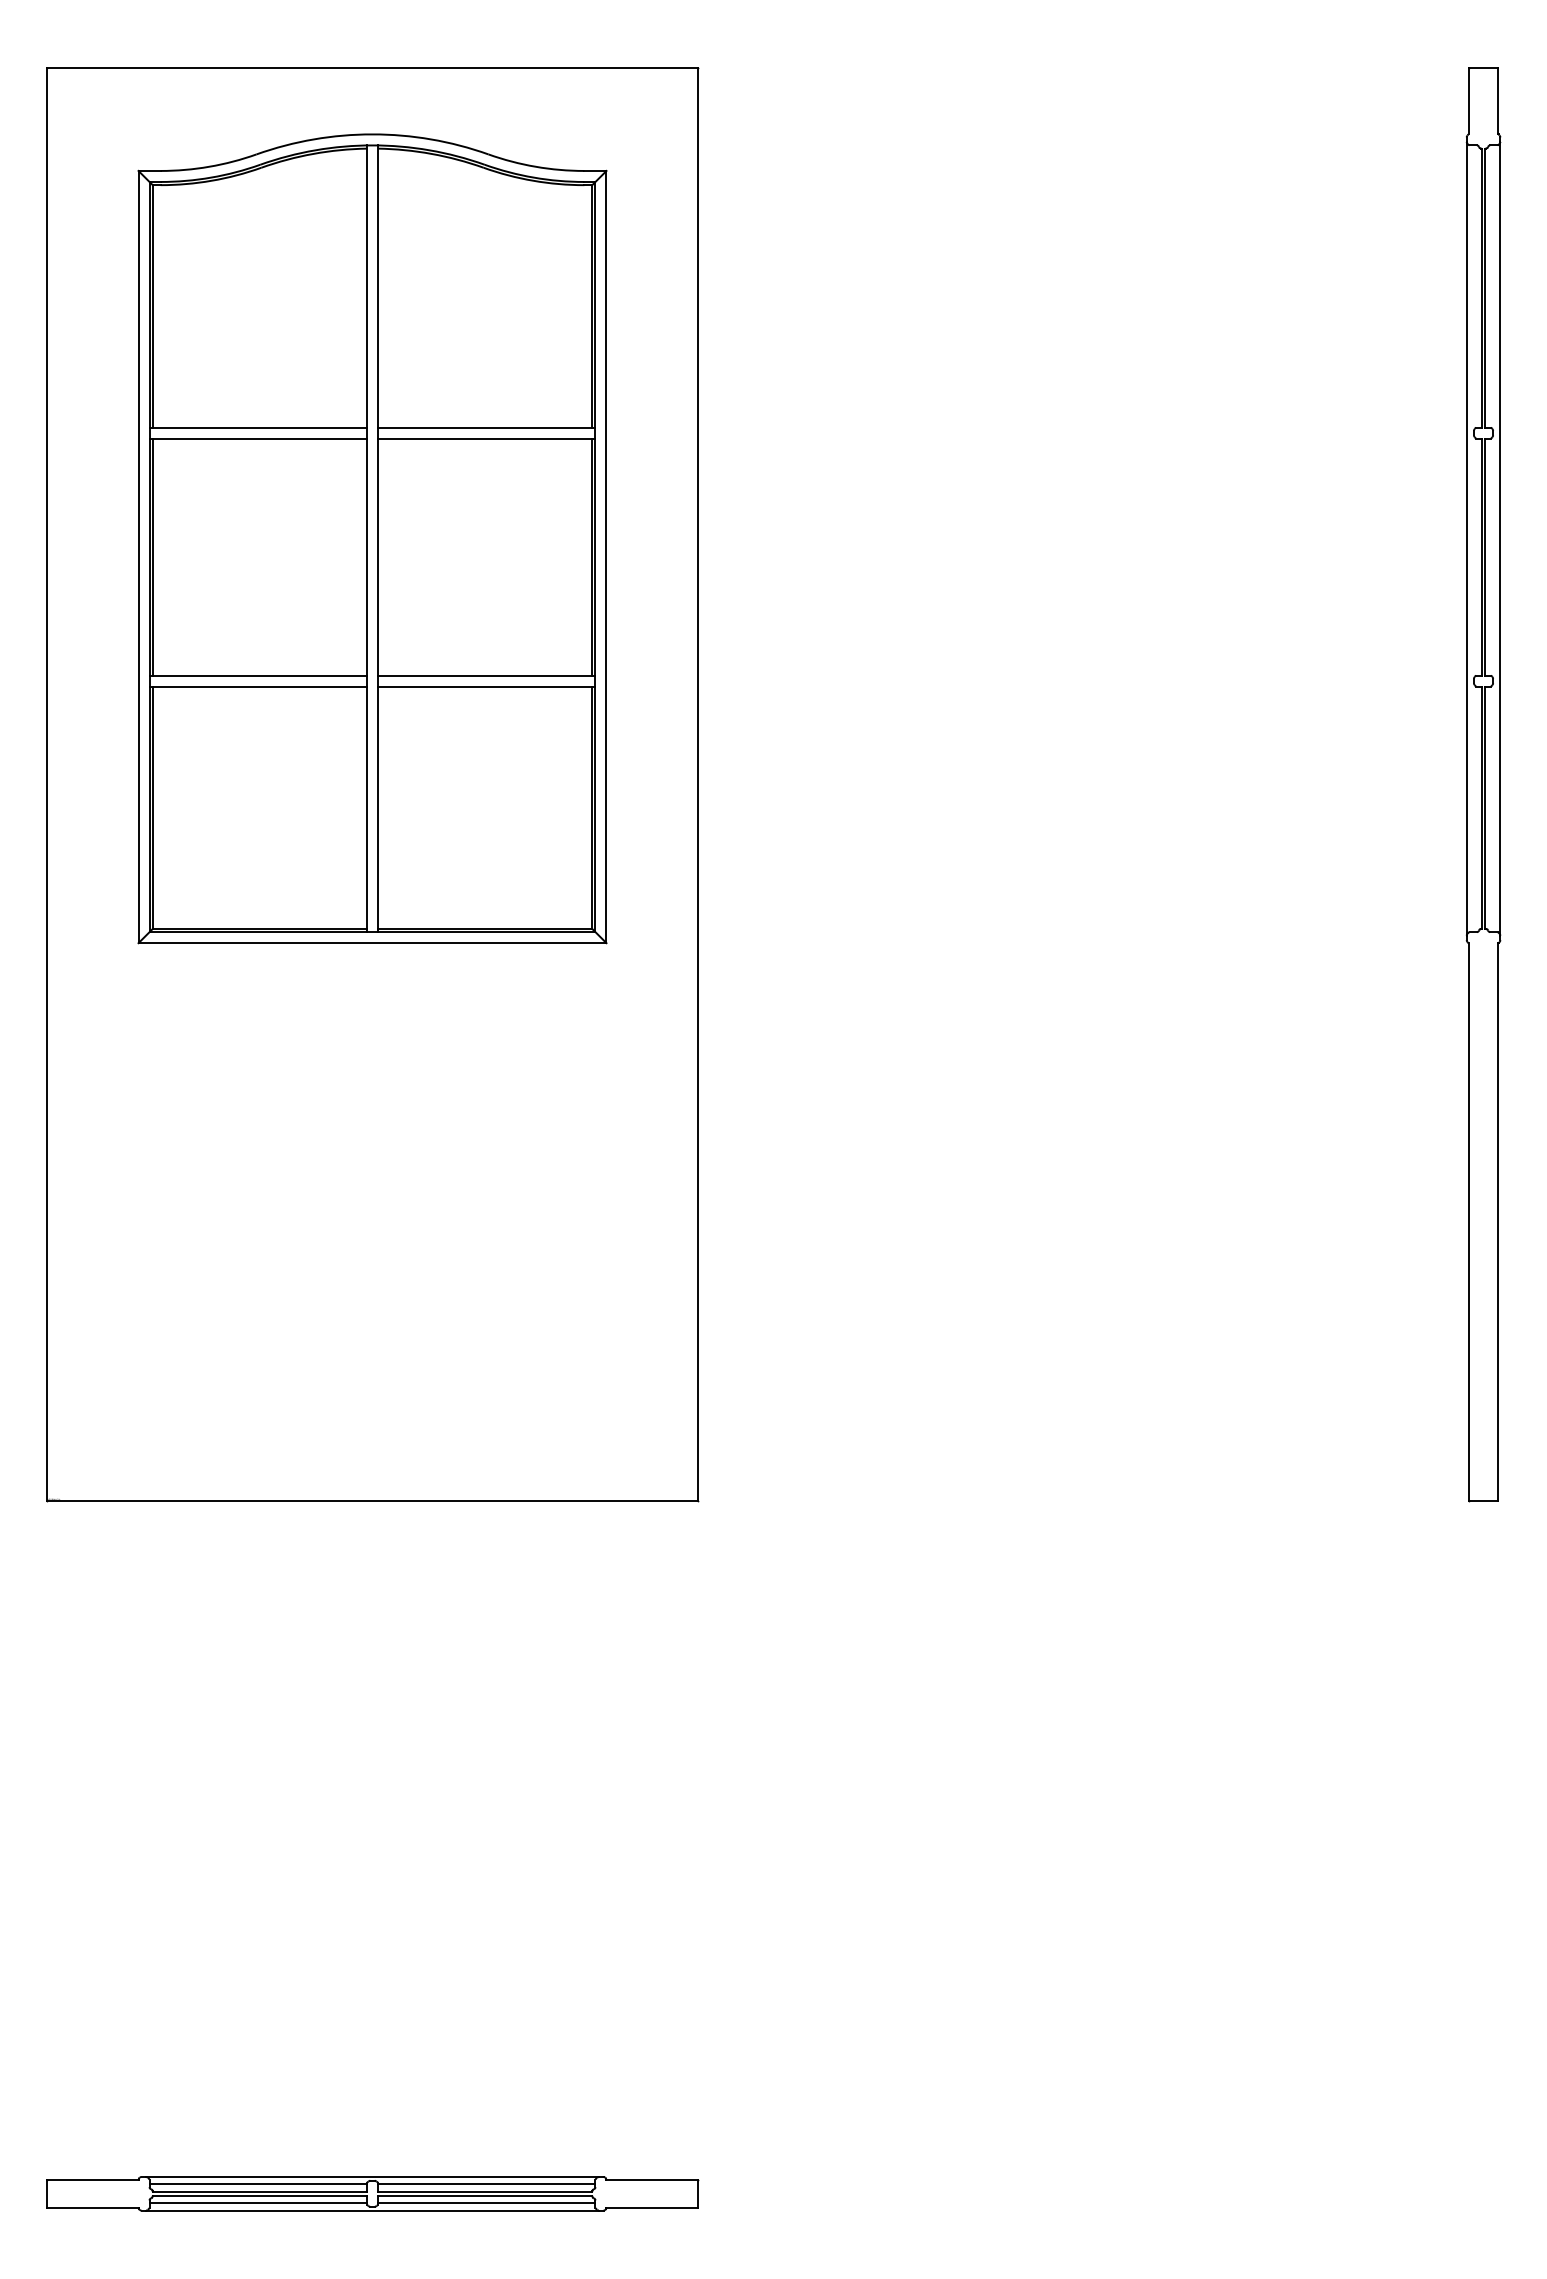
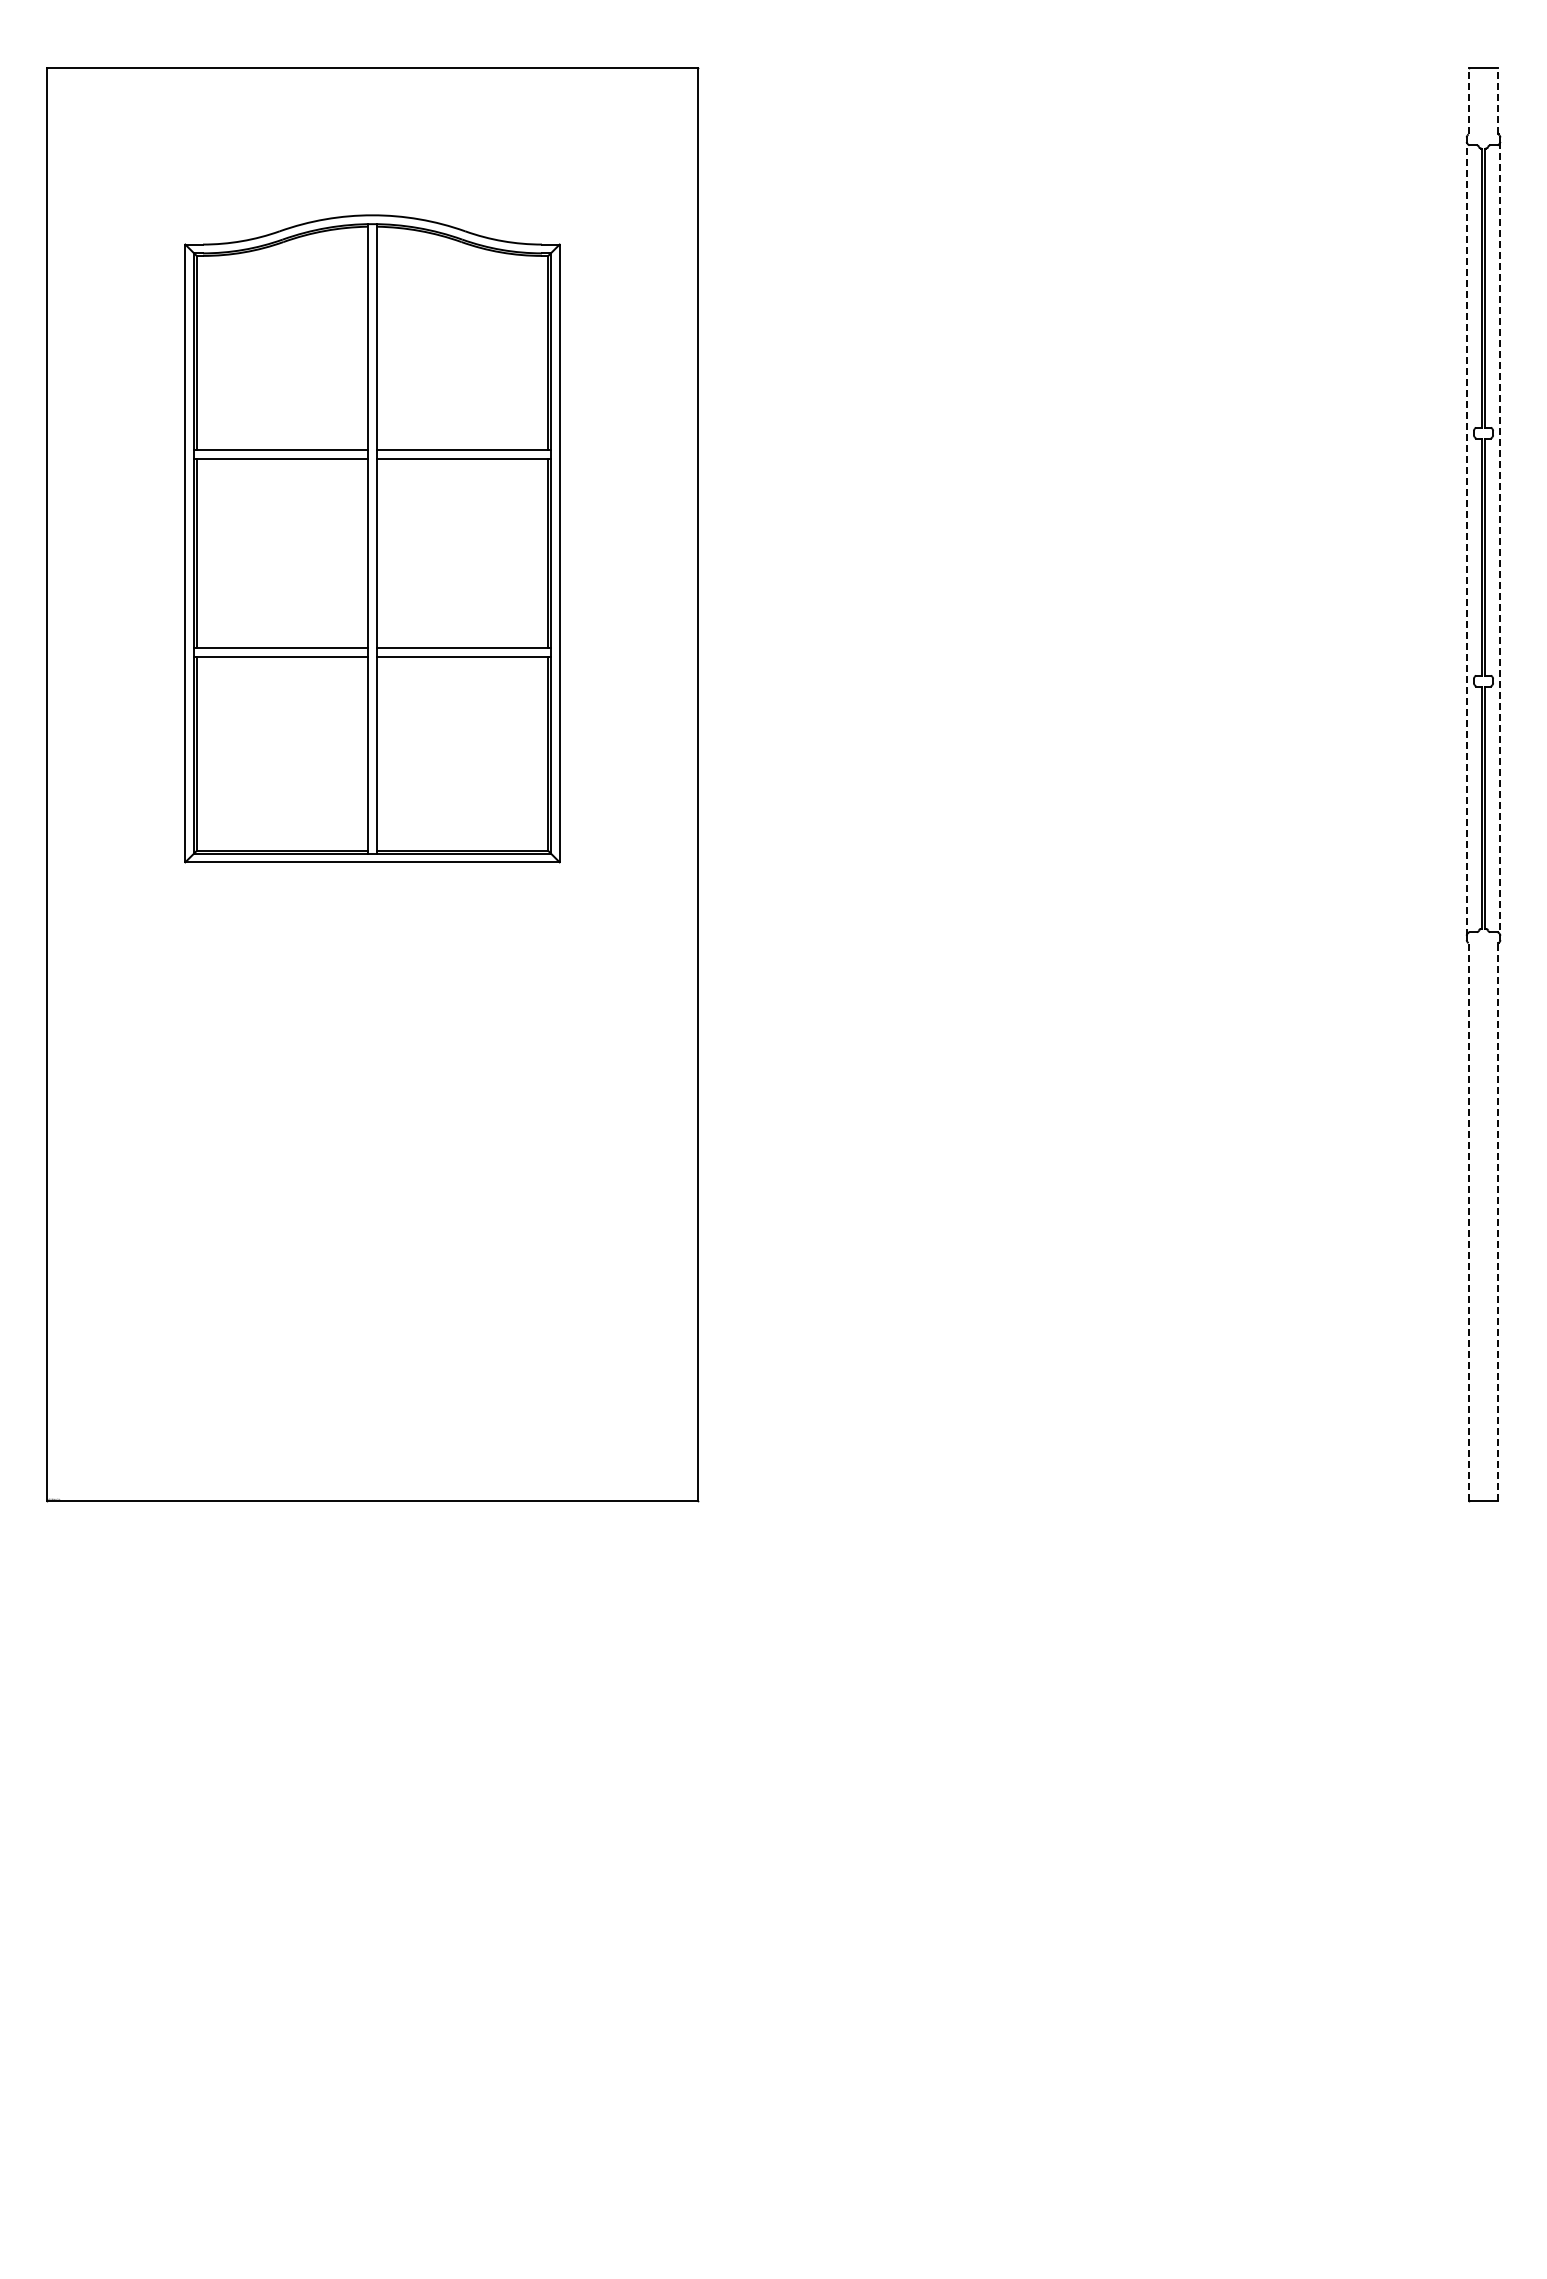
line at (1469, 100): solid -> dashed
line at (1497, 100): solid -> dashed
part at (372, 538) size: 471x812 px -> 377x650 px
line at (1466, 538): solid -> dashed
line at (1500, 538): solid -> dashed
line at (1469, 1221): solid -> dashed
line at (1497, 1221): solid -> dashed
part at (372, 2193): present -> none
